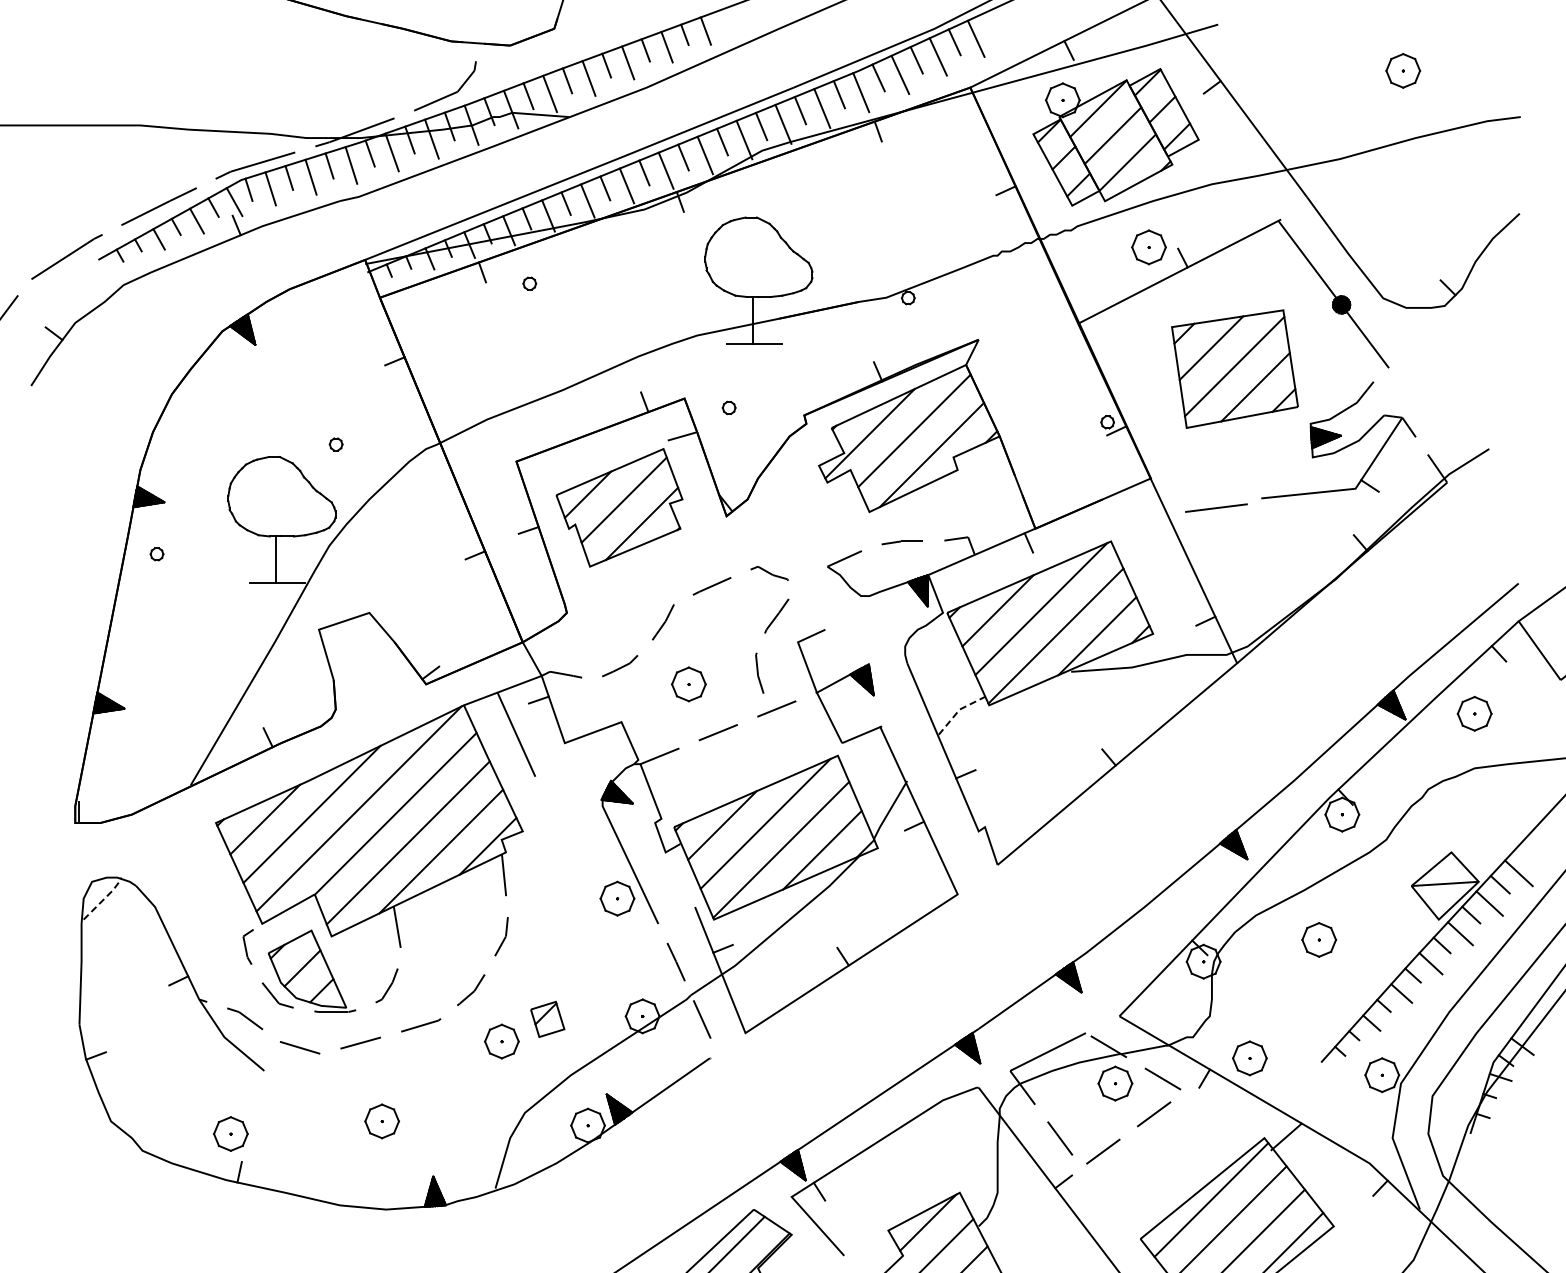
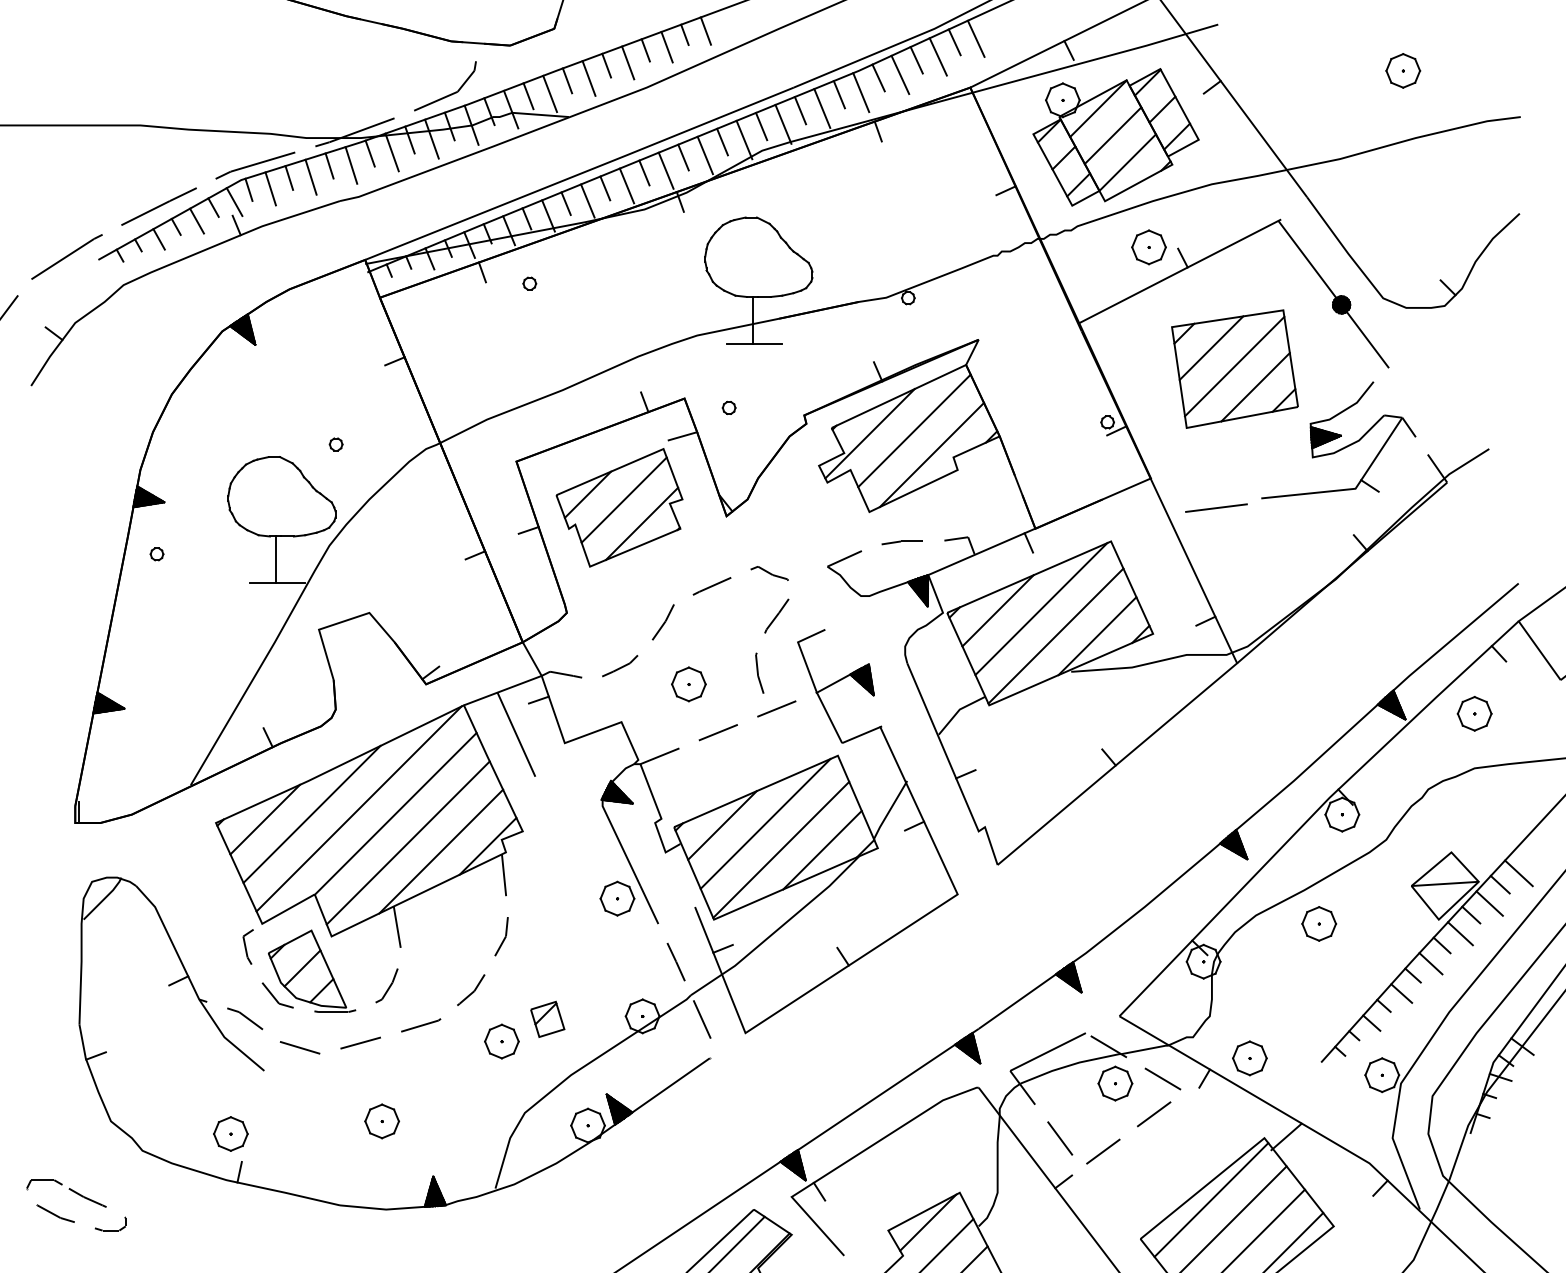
line at (959, 710): dashed -> solid
line at (104, 898): dashed -> solid
part at (1319, 939) position: (1319, 939) -> (1319, 923)
part at (80, 1196): none -> present
